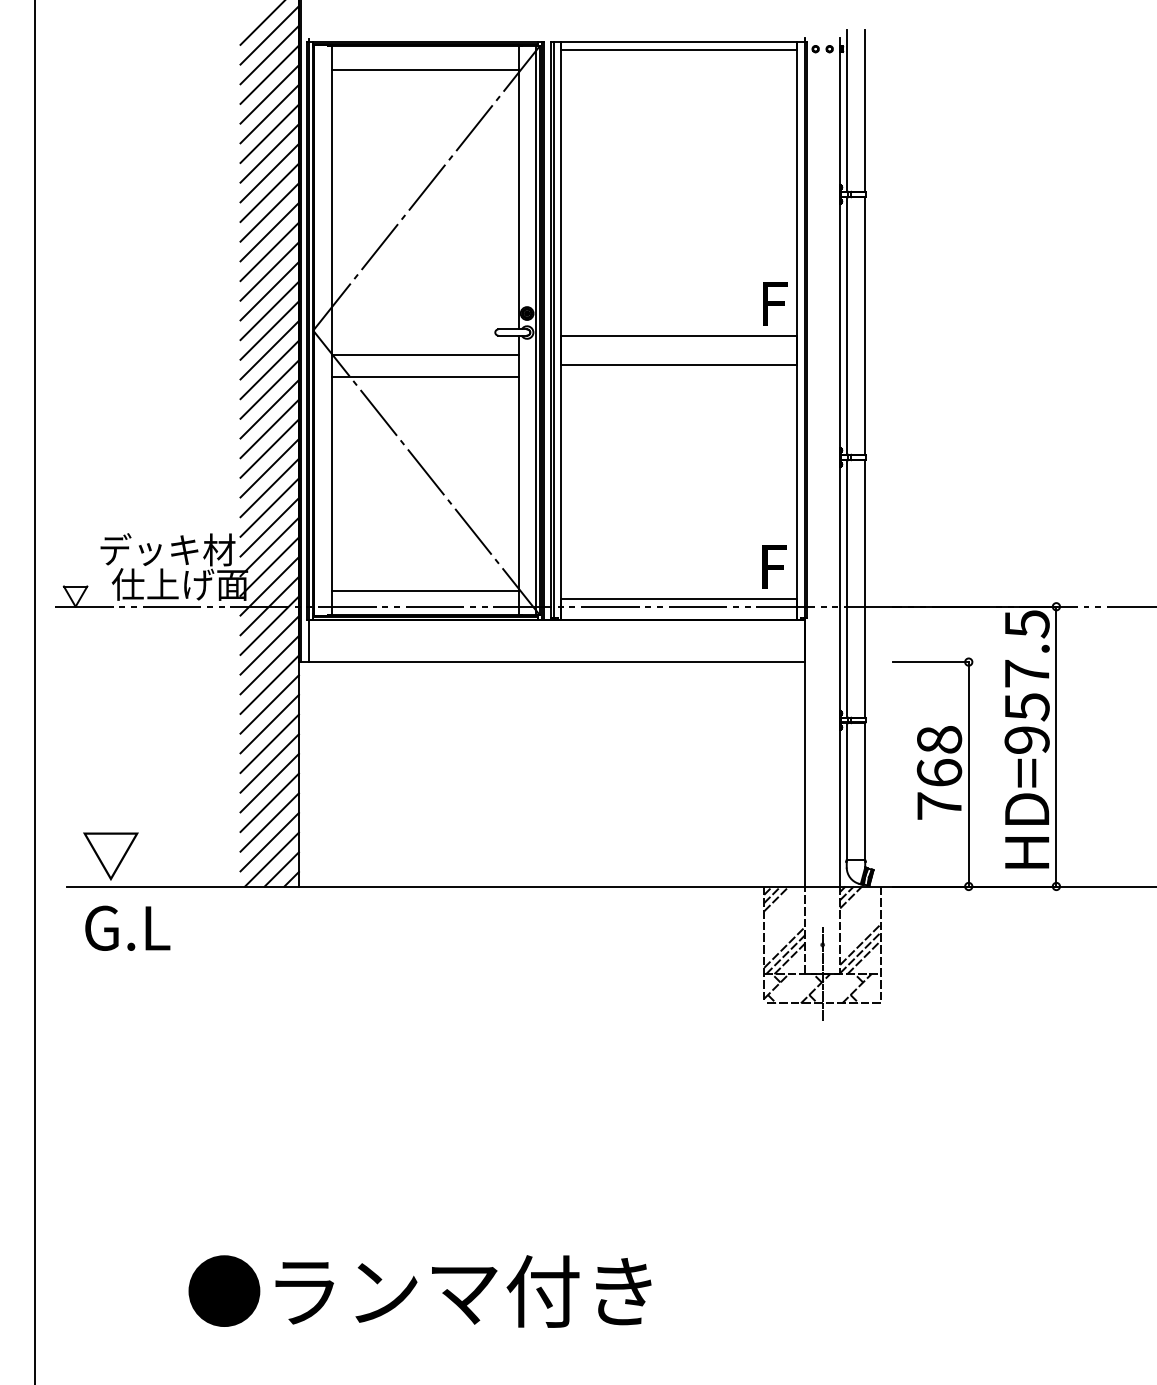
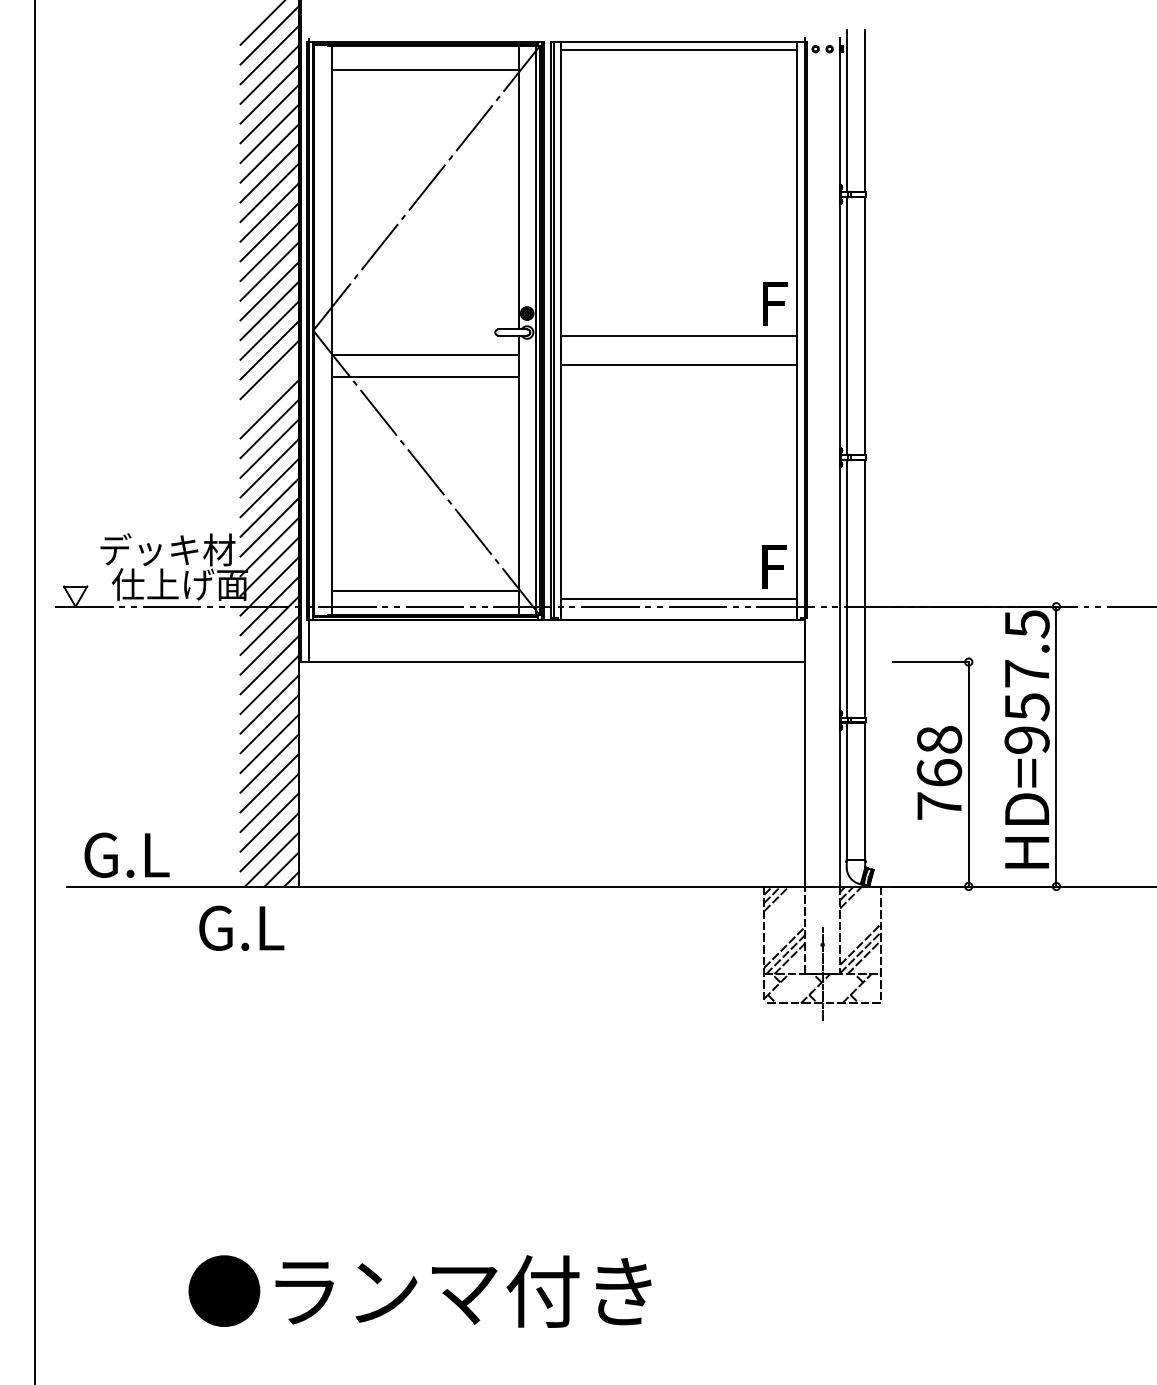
line at (269, 389): present -> none
text at (126, 856): ▽ -> G.L
text at (127, 927) position: (127, 927) -> (241, 927)
